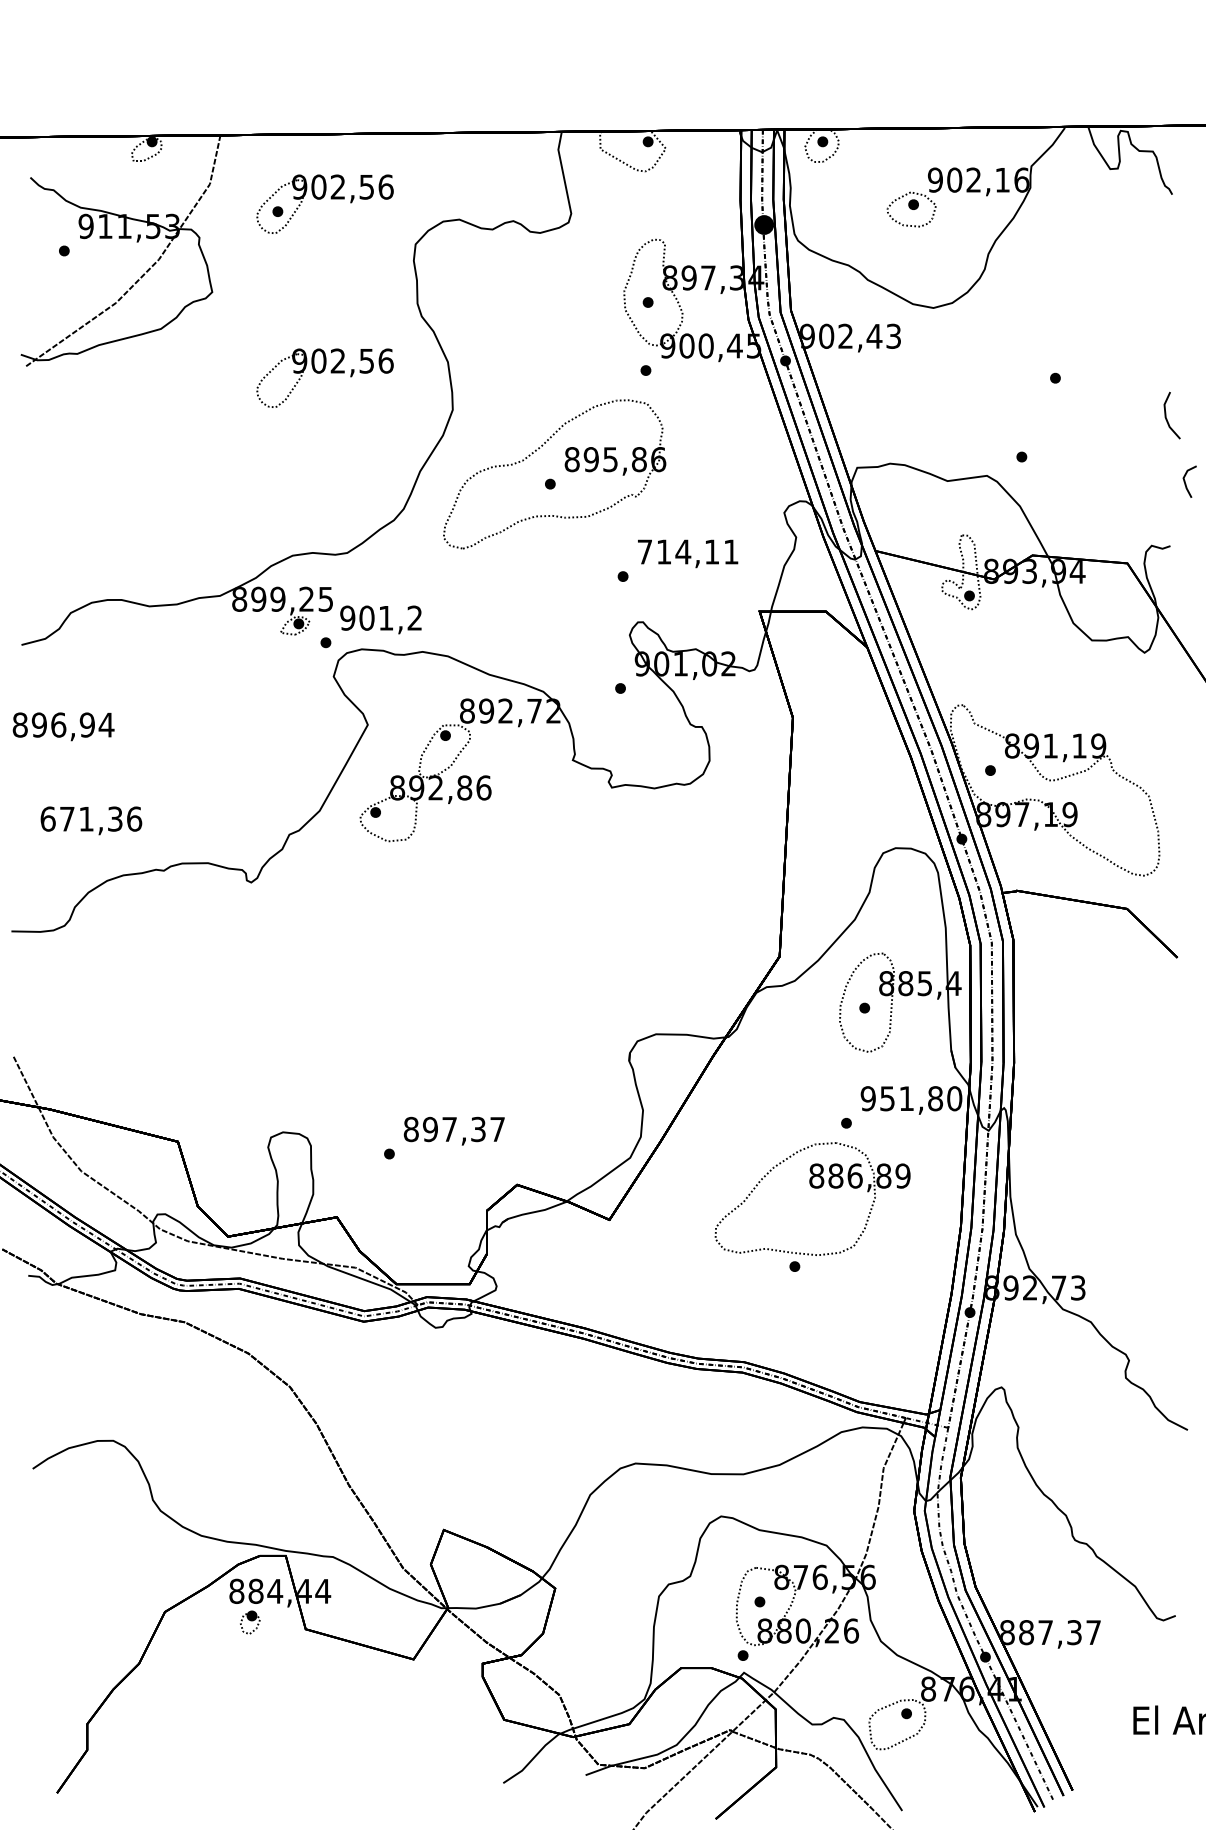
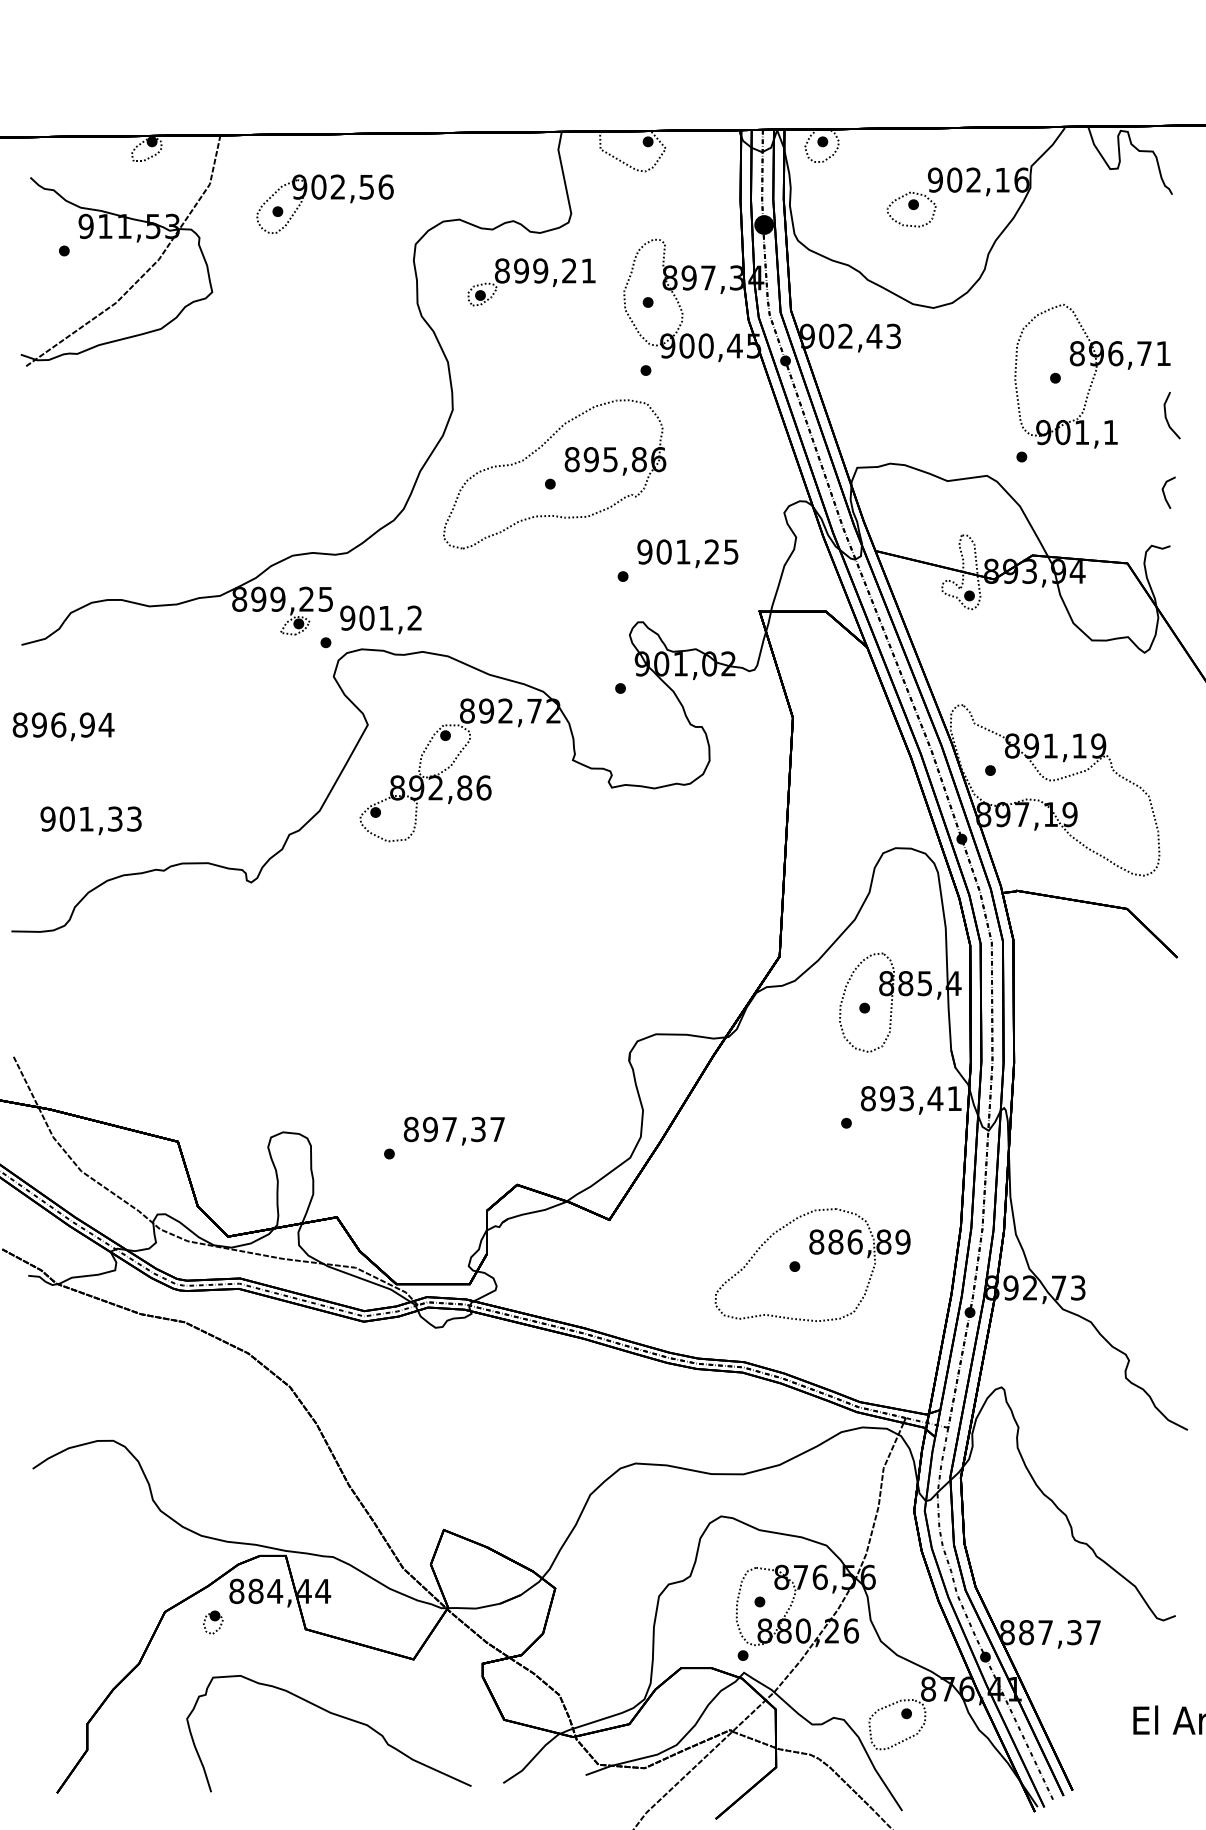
part at (531, 282): none -> present
part at (1092, 375): none -> present
part at (324, 377): present -> none
line at (1186, 483) position: (1186, 483) -> (1165, 494)
text at (687, 551): 714,11 -> 901,25
text at (91, 818): 671,36 -> 901,33
text at (911, 1098): 951,80 -> 893,41
part at (813, 1188) position: (813, 1188) -> (813, 1254)
part at (250, 1622) position: (250, 1622) -> (213, 1622)
curve at (334, 1715): none -> present
